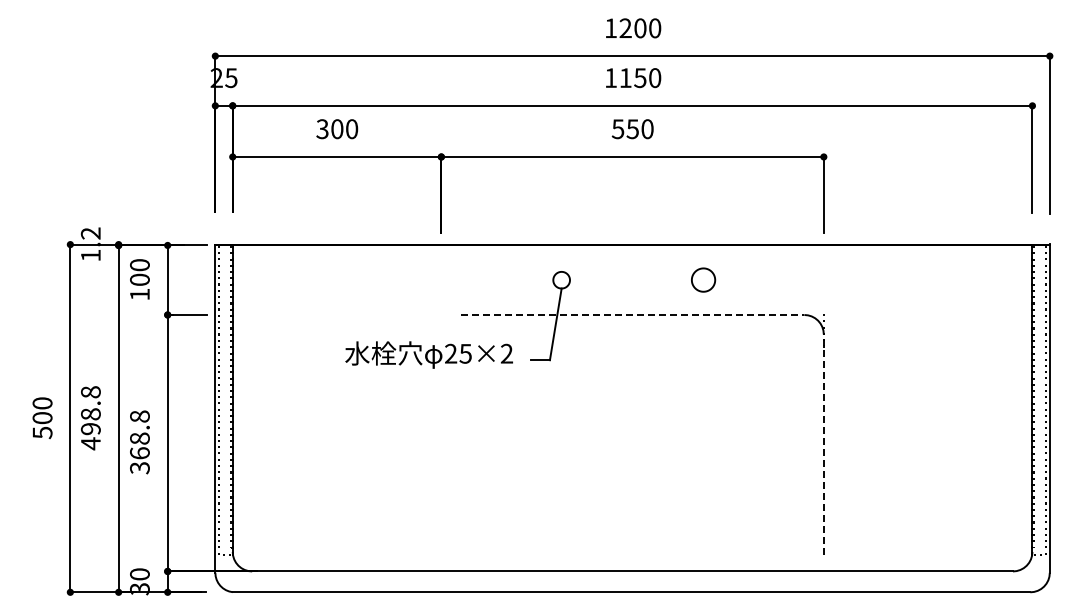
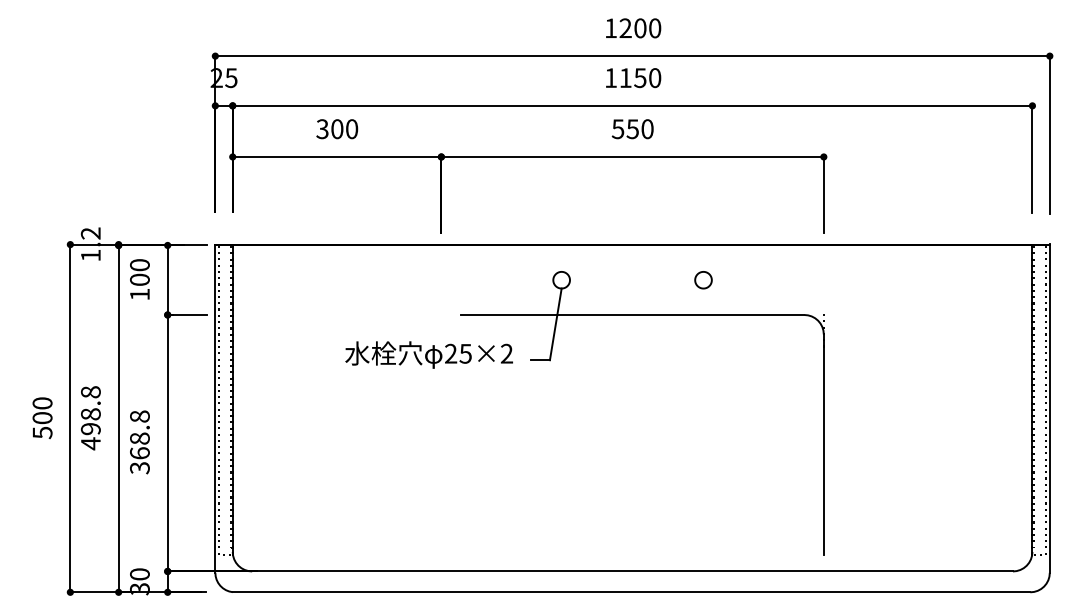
part at (703, 279) size: 26x26 px -> 19x19 px
line at (632, 314): dashed -> solid
line at (823, 444): dashed -> solid
